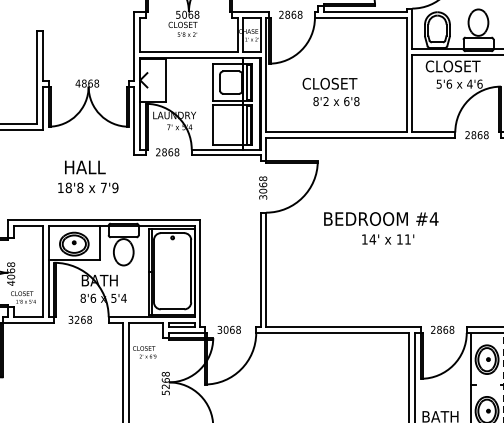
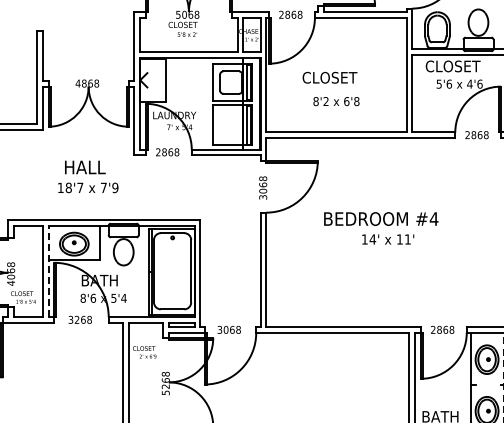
text at (329, 83) position: (329, 83) -> (329, 77)
text at (80, 187): 18'8 -> 18'7
line at (48, 271): solid -> dashed
